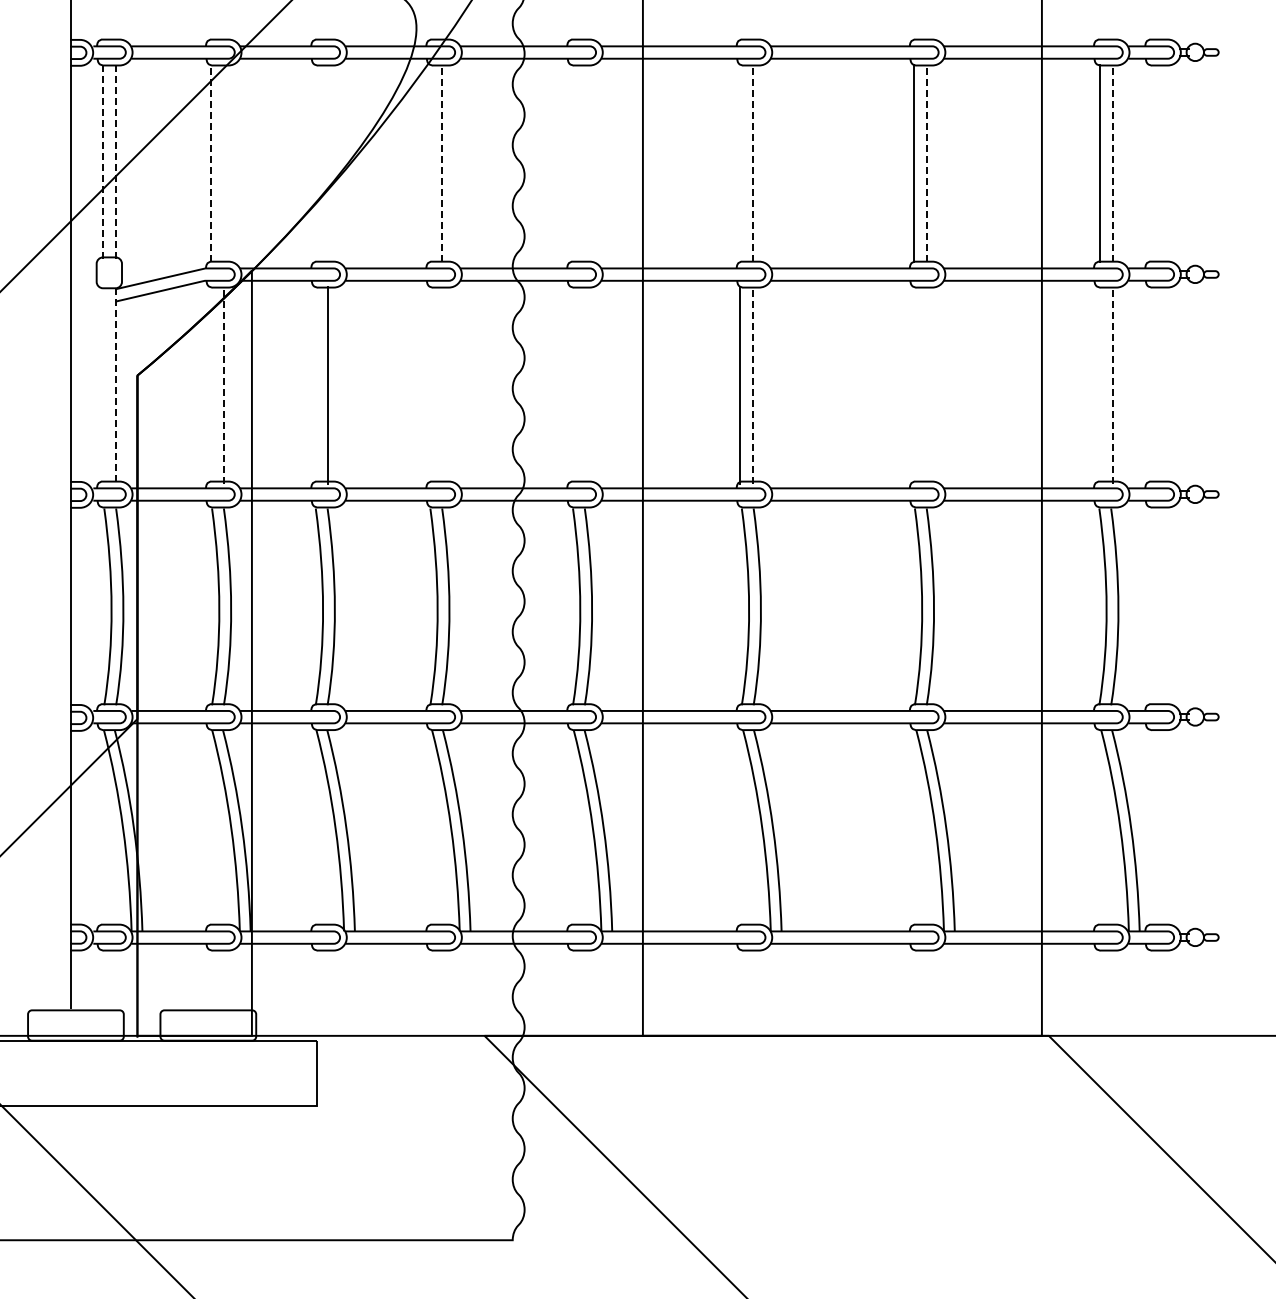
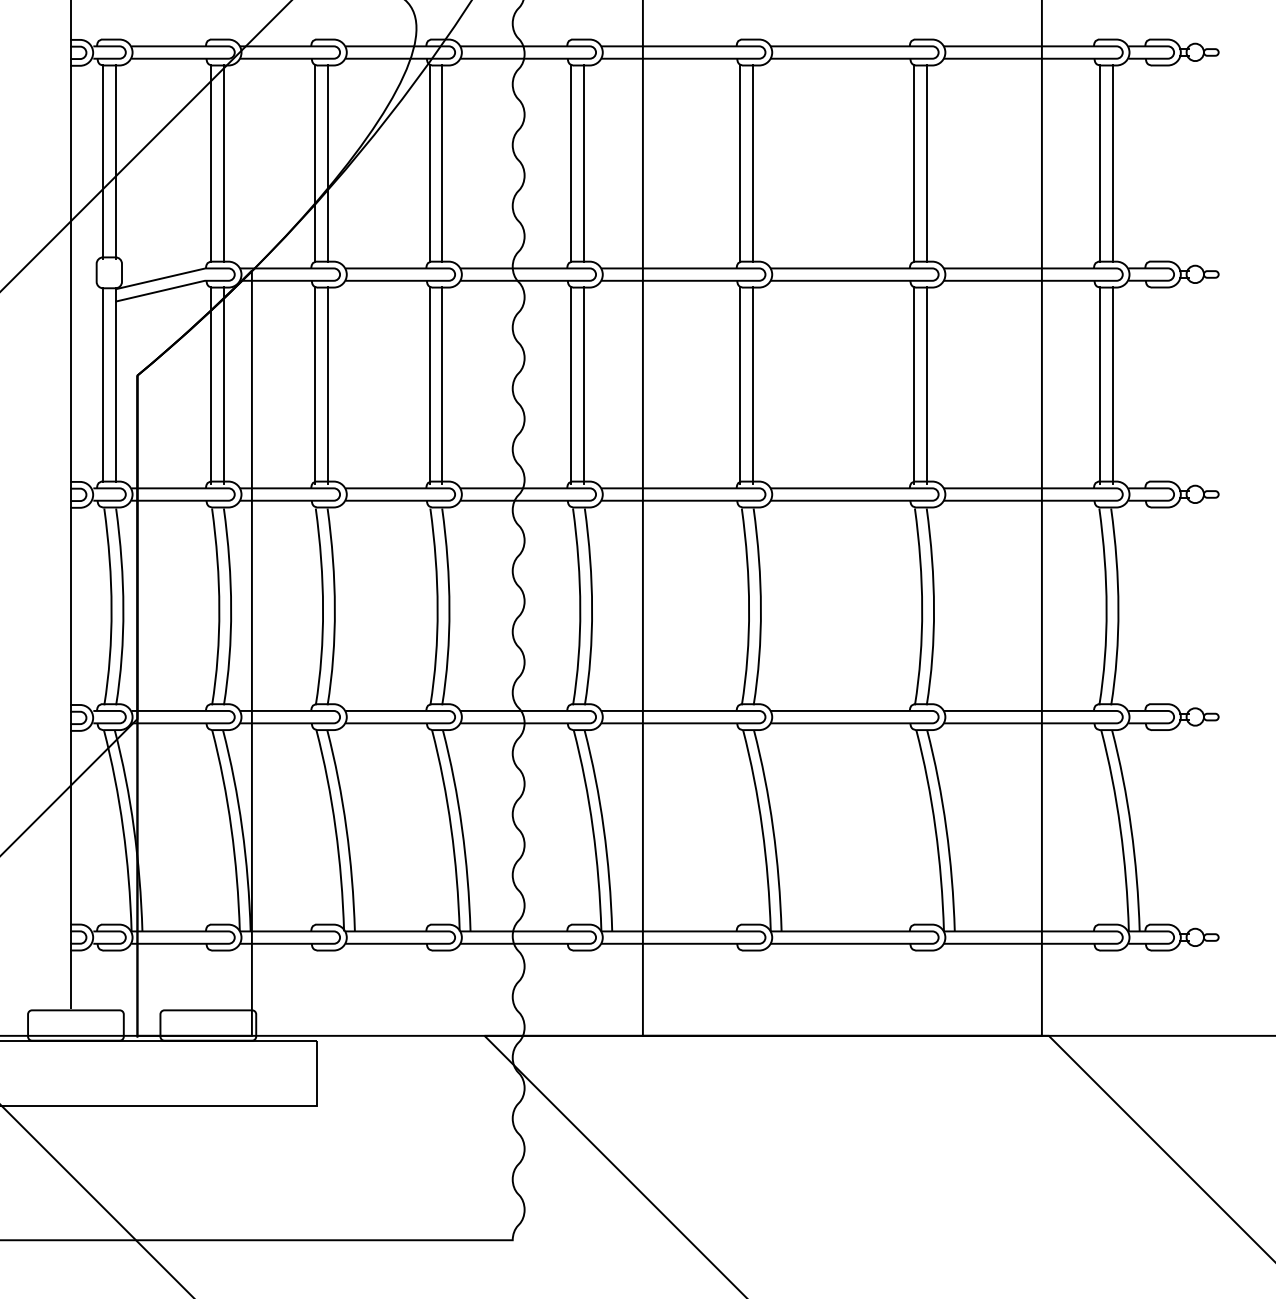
line at (102, 161): dashed -> solid
line at (115, 161): dashed -> solid
line at (211, 162): dashed -> solid
line at (223, 162): none -> present
line at (314, 162): none -> present
line at (327, 162): none -> present
line at (429, 162): none -> present
line at (442, 162): dashed -> solid
line at (571, 162): none -> present
line at (584, 162): none -> present
line at (740, 162): none -> present
line at (753, 162): dashed -> solid
line at (927, 162): dashed -> solid
line at (1112, 162): dashed -> solid
line at (115, 384): dashed -> solid
line at (211, 384): none -> present
line at (223, 384): dashed -> solid
line at (314, 384): none -> present
line at (429, 384): none -> present
line at (442, 384): none -> present
line at (571, 384): none -> present
line at (584, 384): none -> present
line at (753, 384): dashed -> solid
line at (914, 384): none -> present
line at (927, 384): none -> present
line at (1099, 384): none -> present
line at (1112, 384): dashed -> solid
line at (102, 385): none -> present
